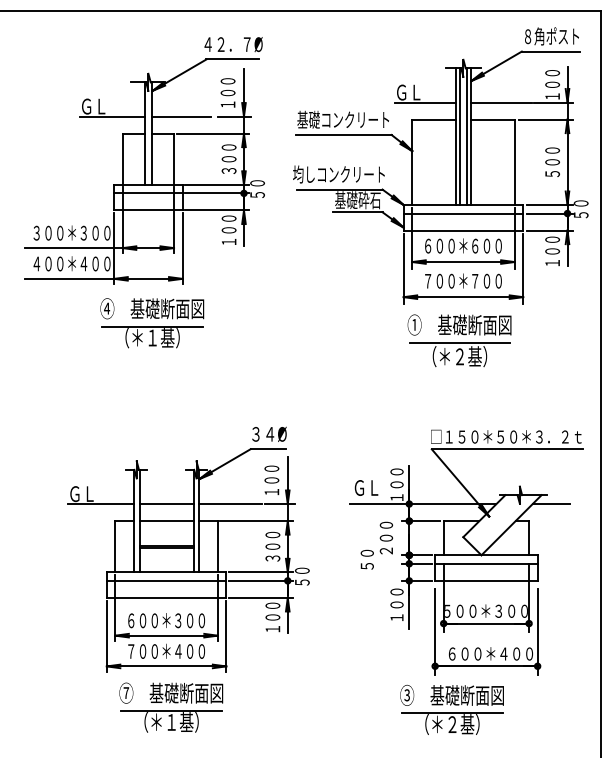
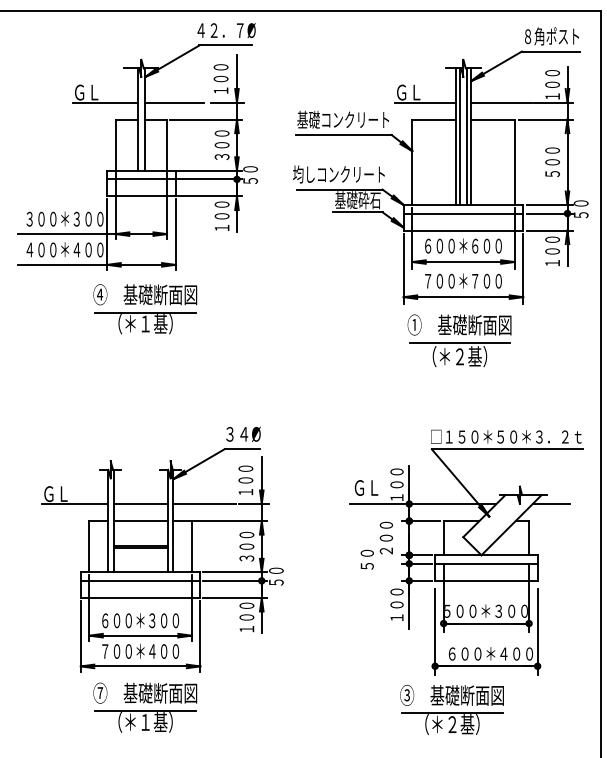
part at (144, 192) position: (144, 192) -> (137, 178)
part at (188, 579) position: (188, 579) -> (162, 579)
